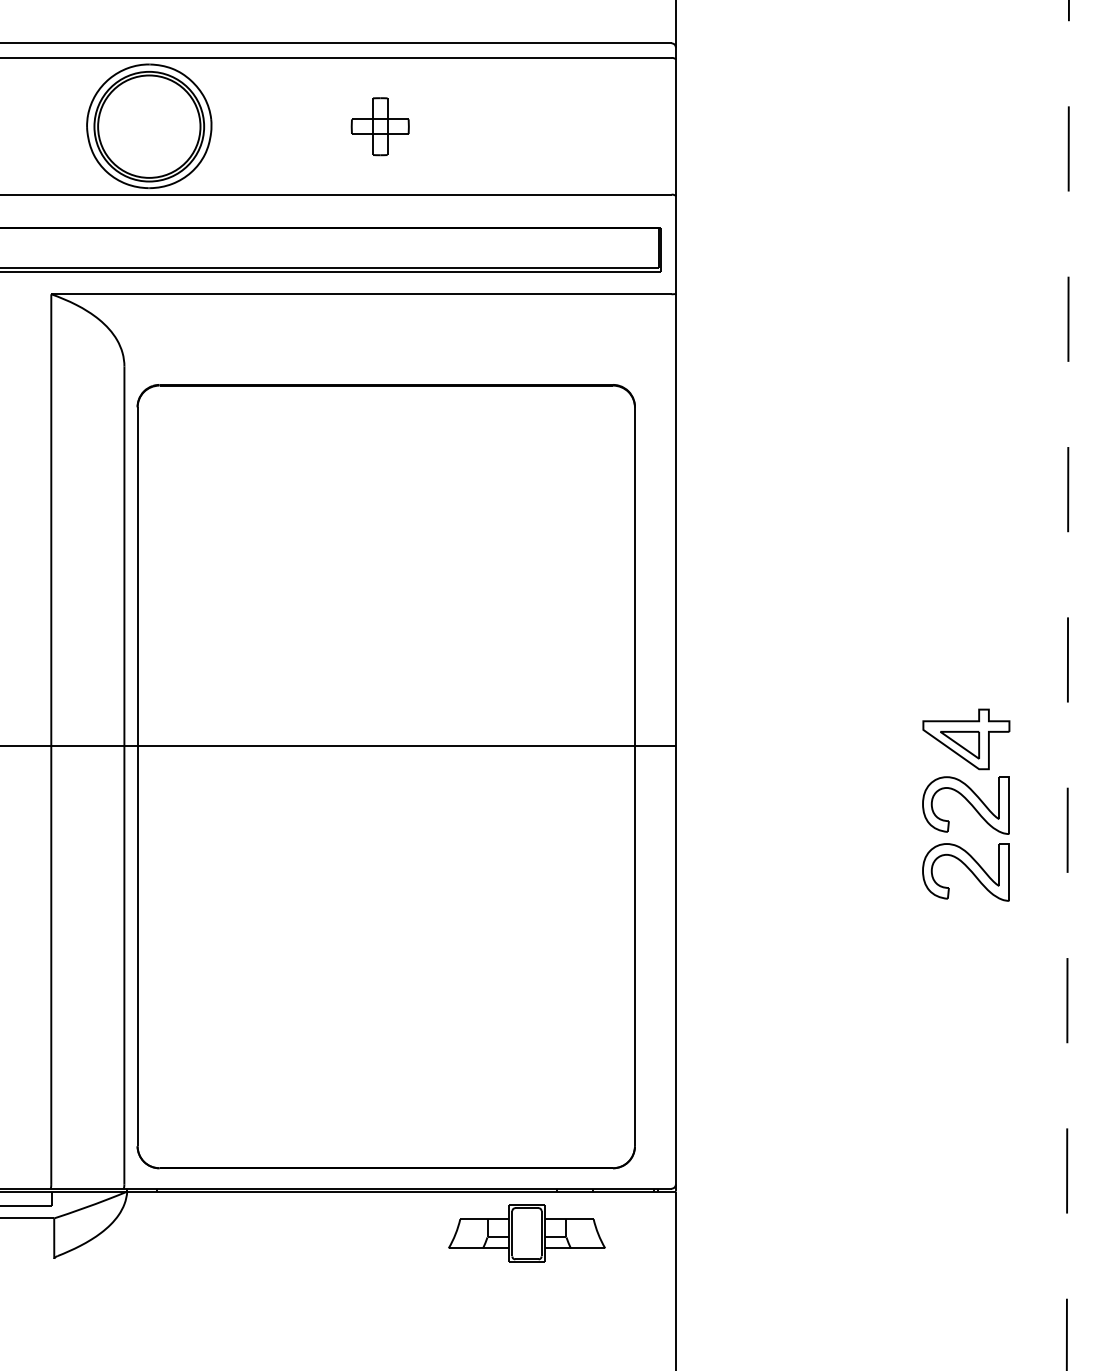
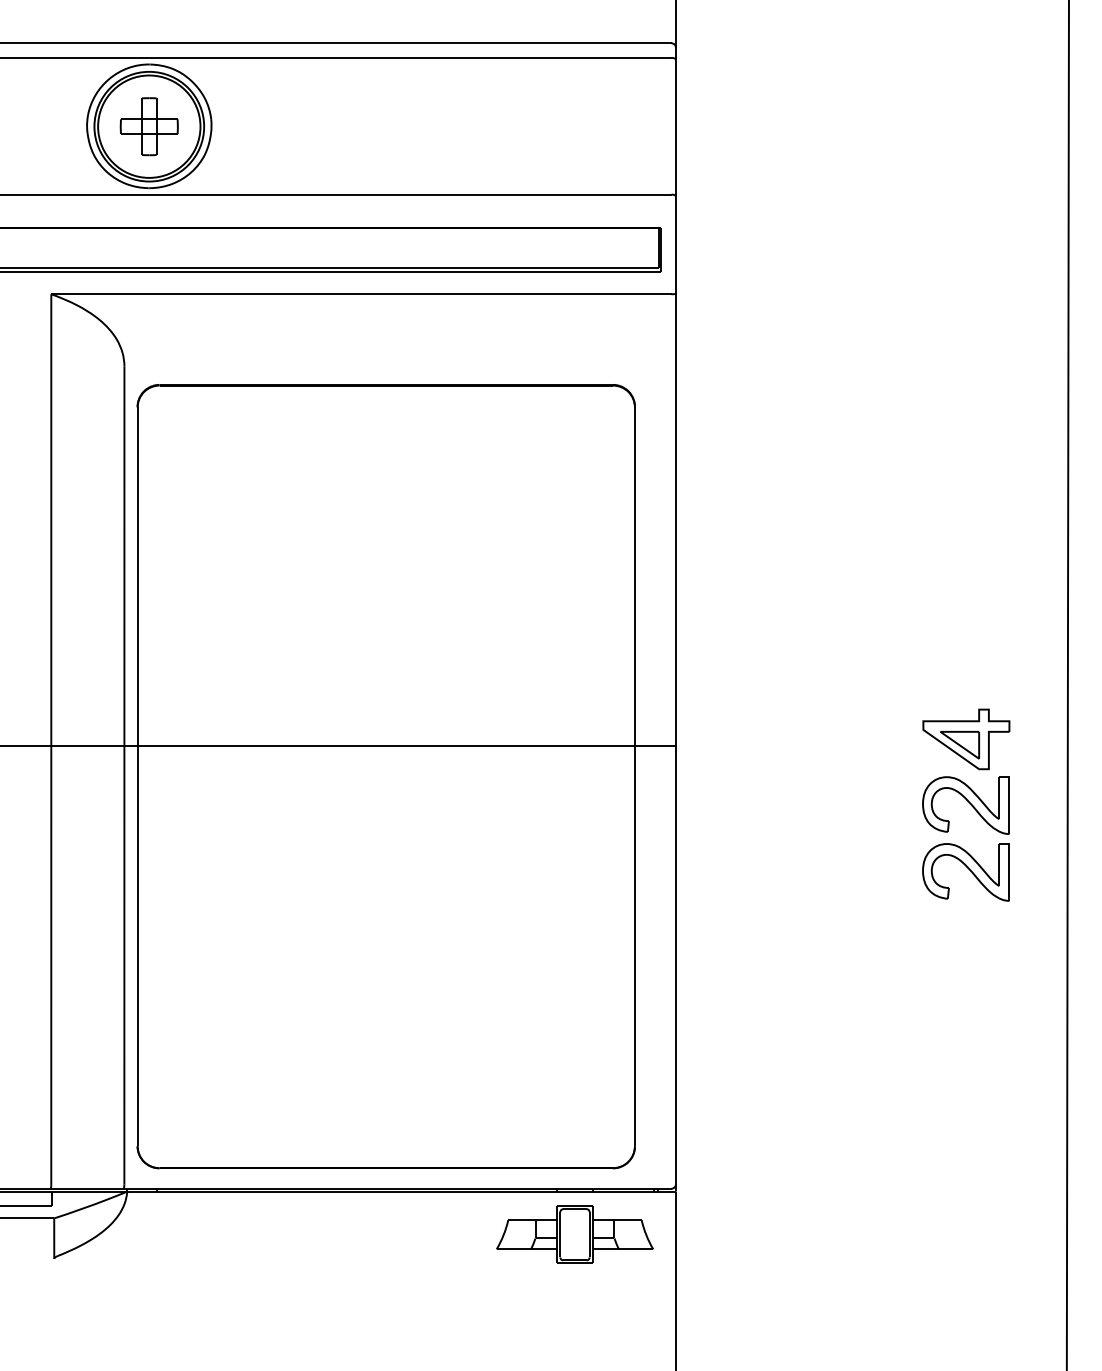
part at (379, 126) position: (379, 126) -> (148, 126)
line at (1067, 685): dashed -> solid
part at (526, 1233) position: (526, 1233) -> (574, 1234)
